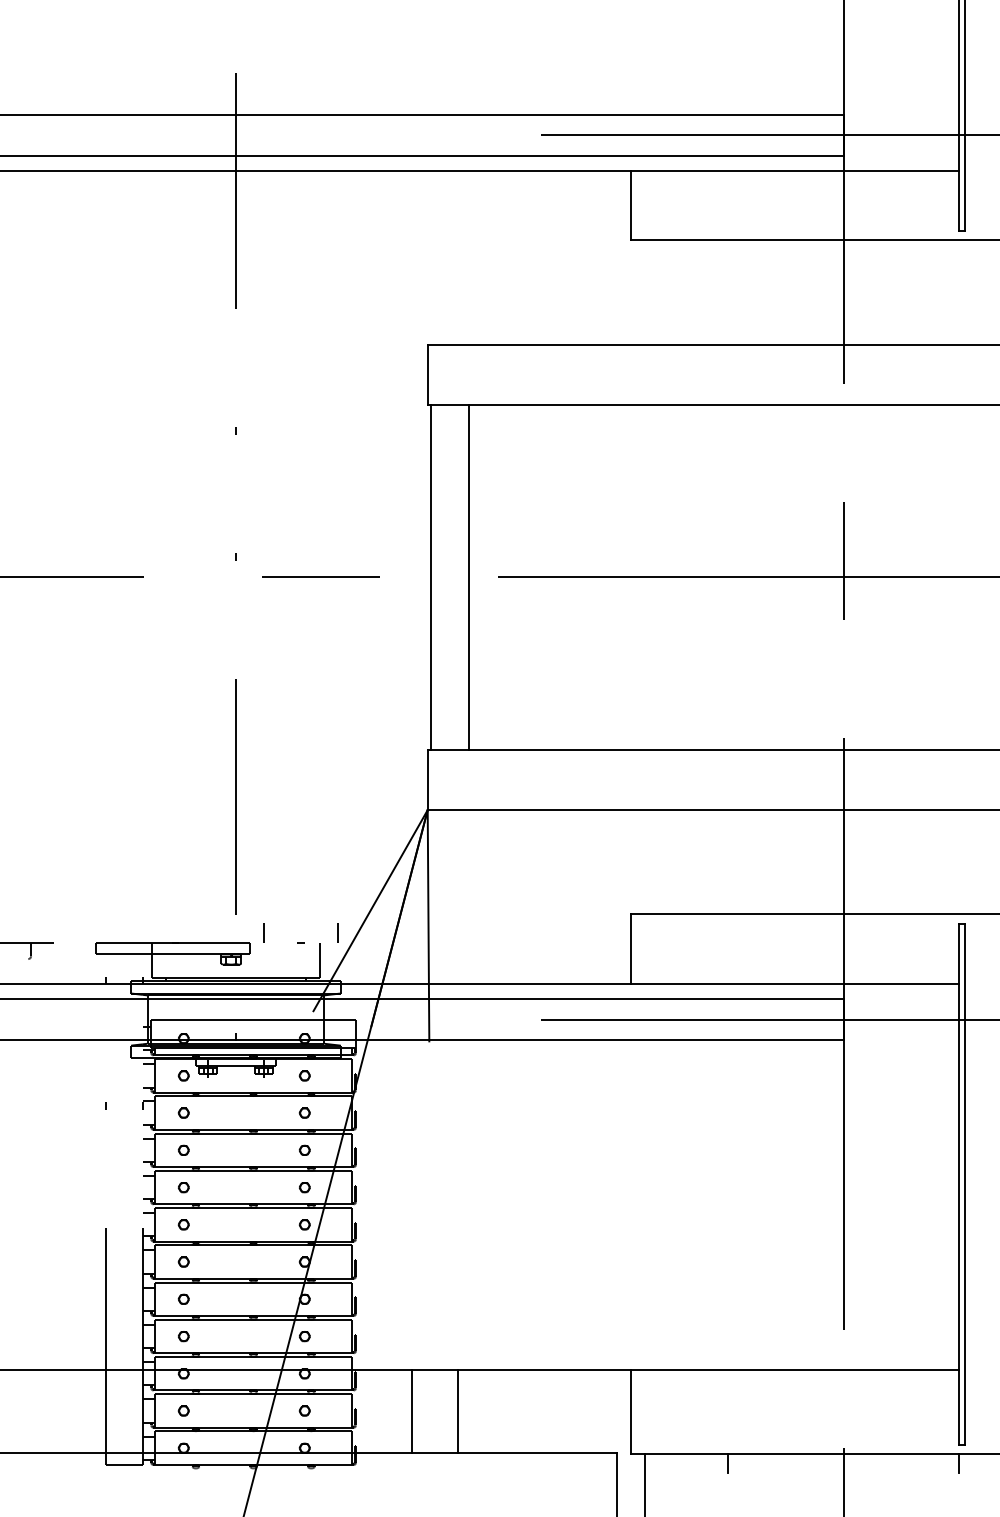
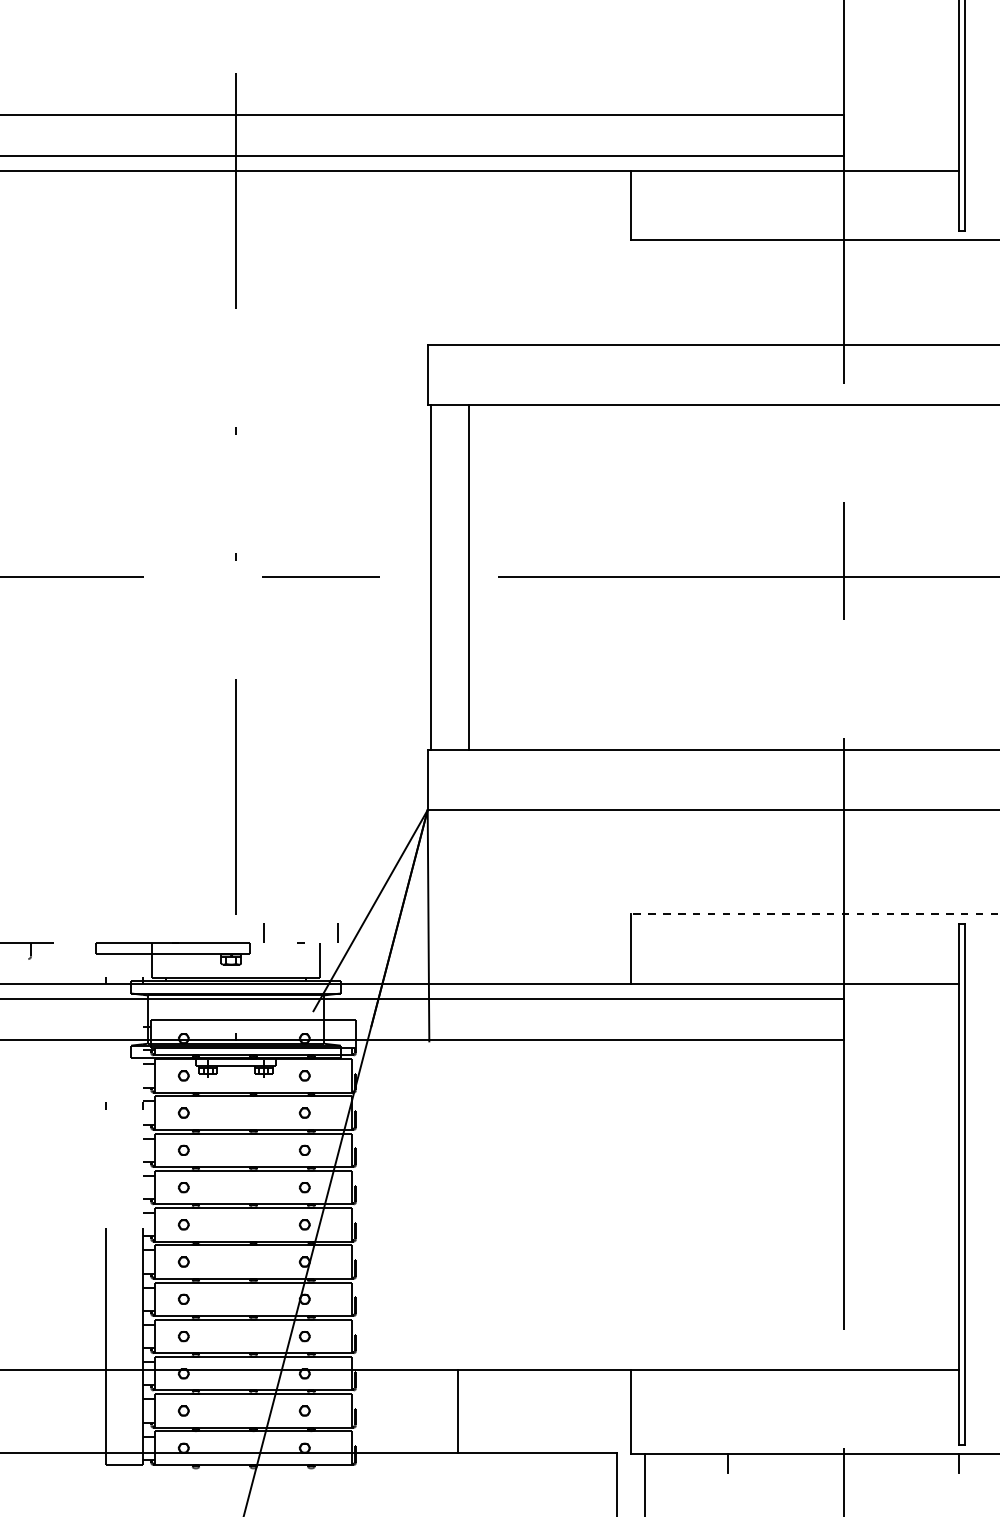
line at (768, 135): present -> none
line at (814, 914): solid -> dashed
line at (768, 1019): present -> none
line at (411, 1411): present -> none
